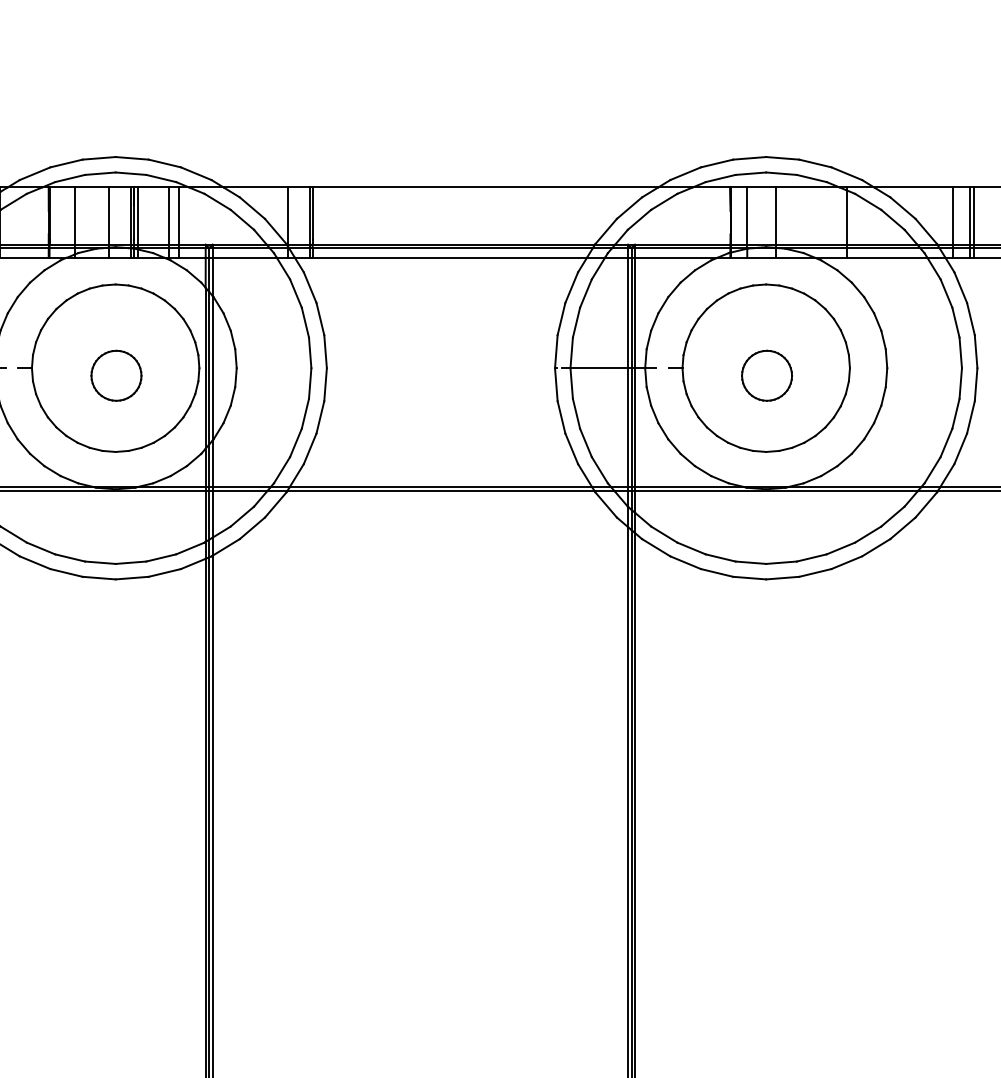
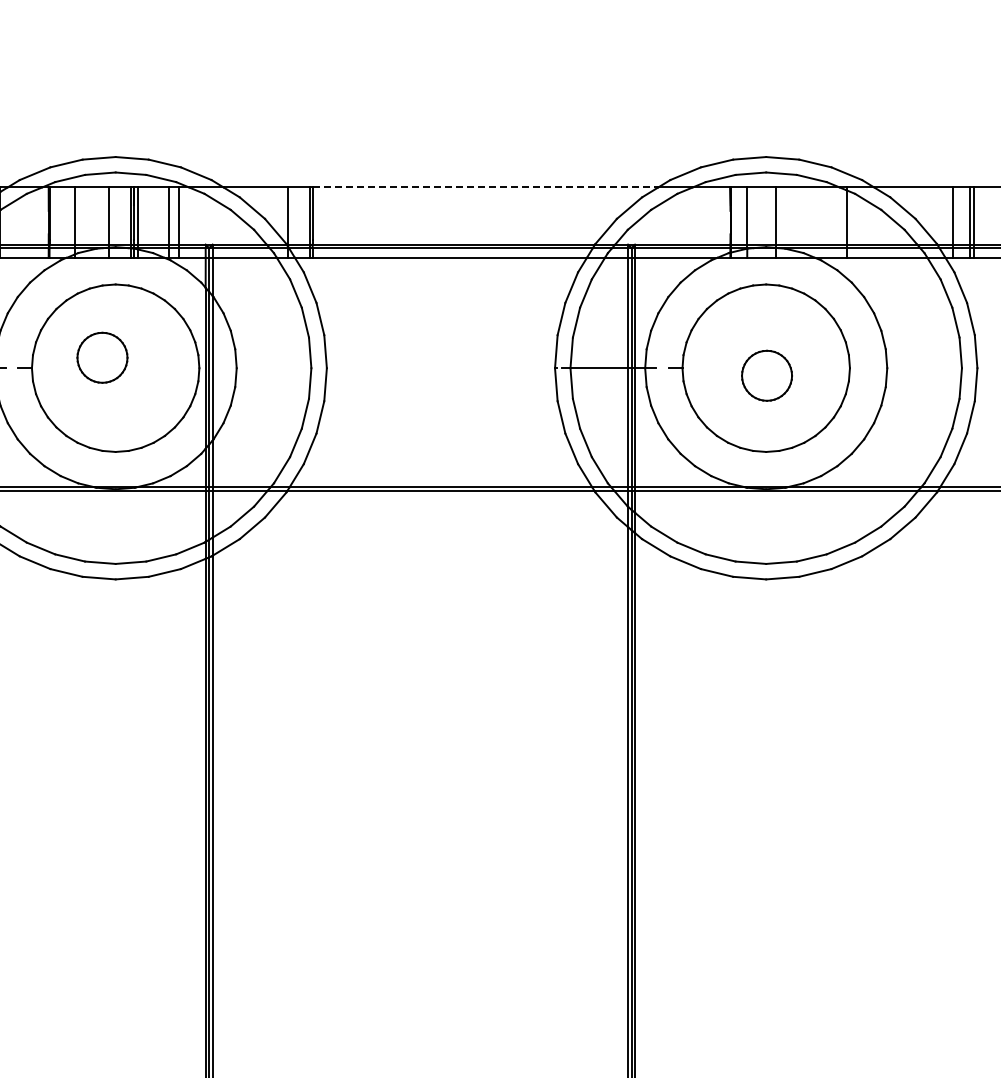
line at (485, 187): solid -> dashed
part at (116, 375) position: (116, 375) -> (102, 357)
